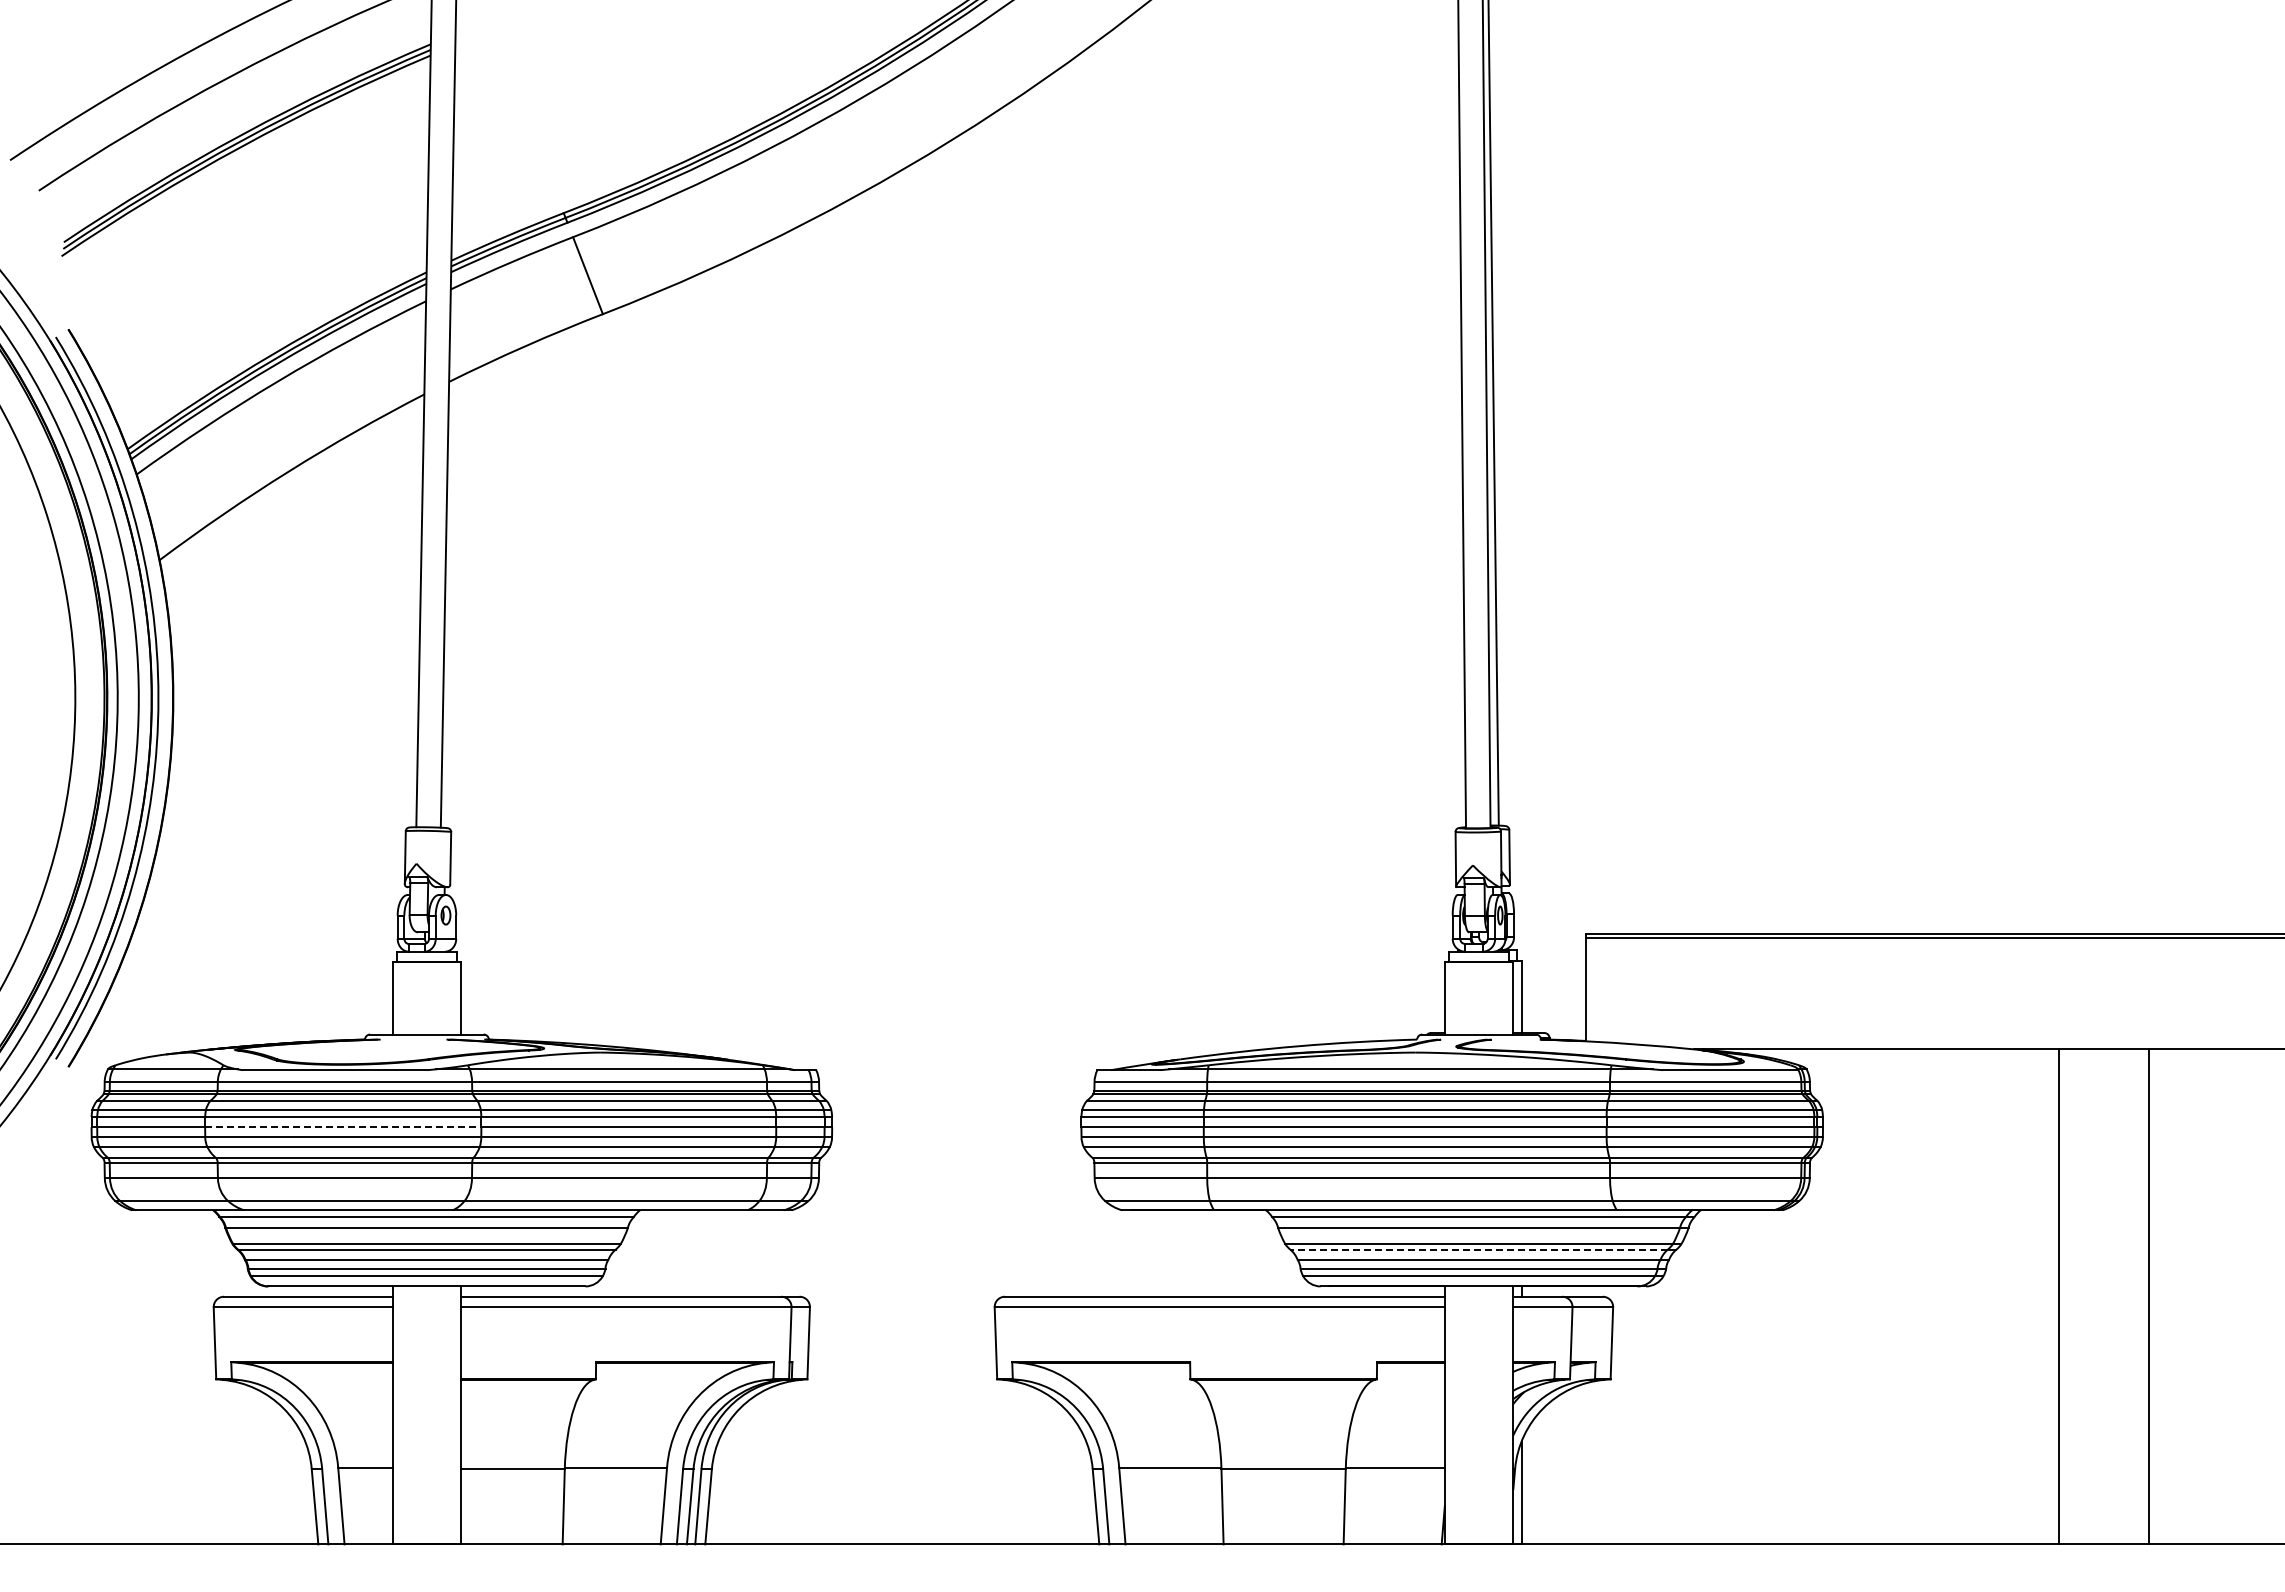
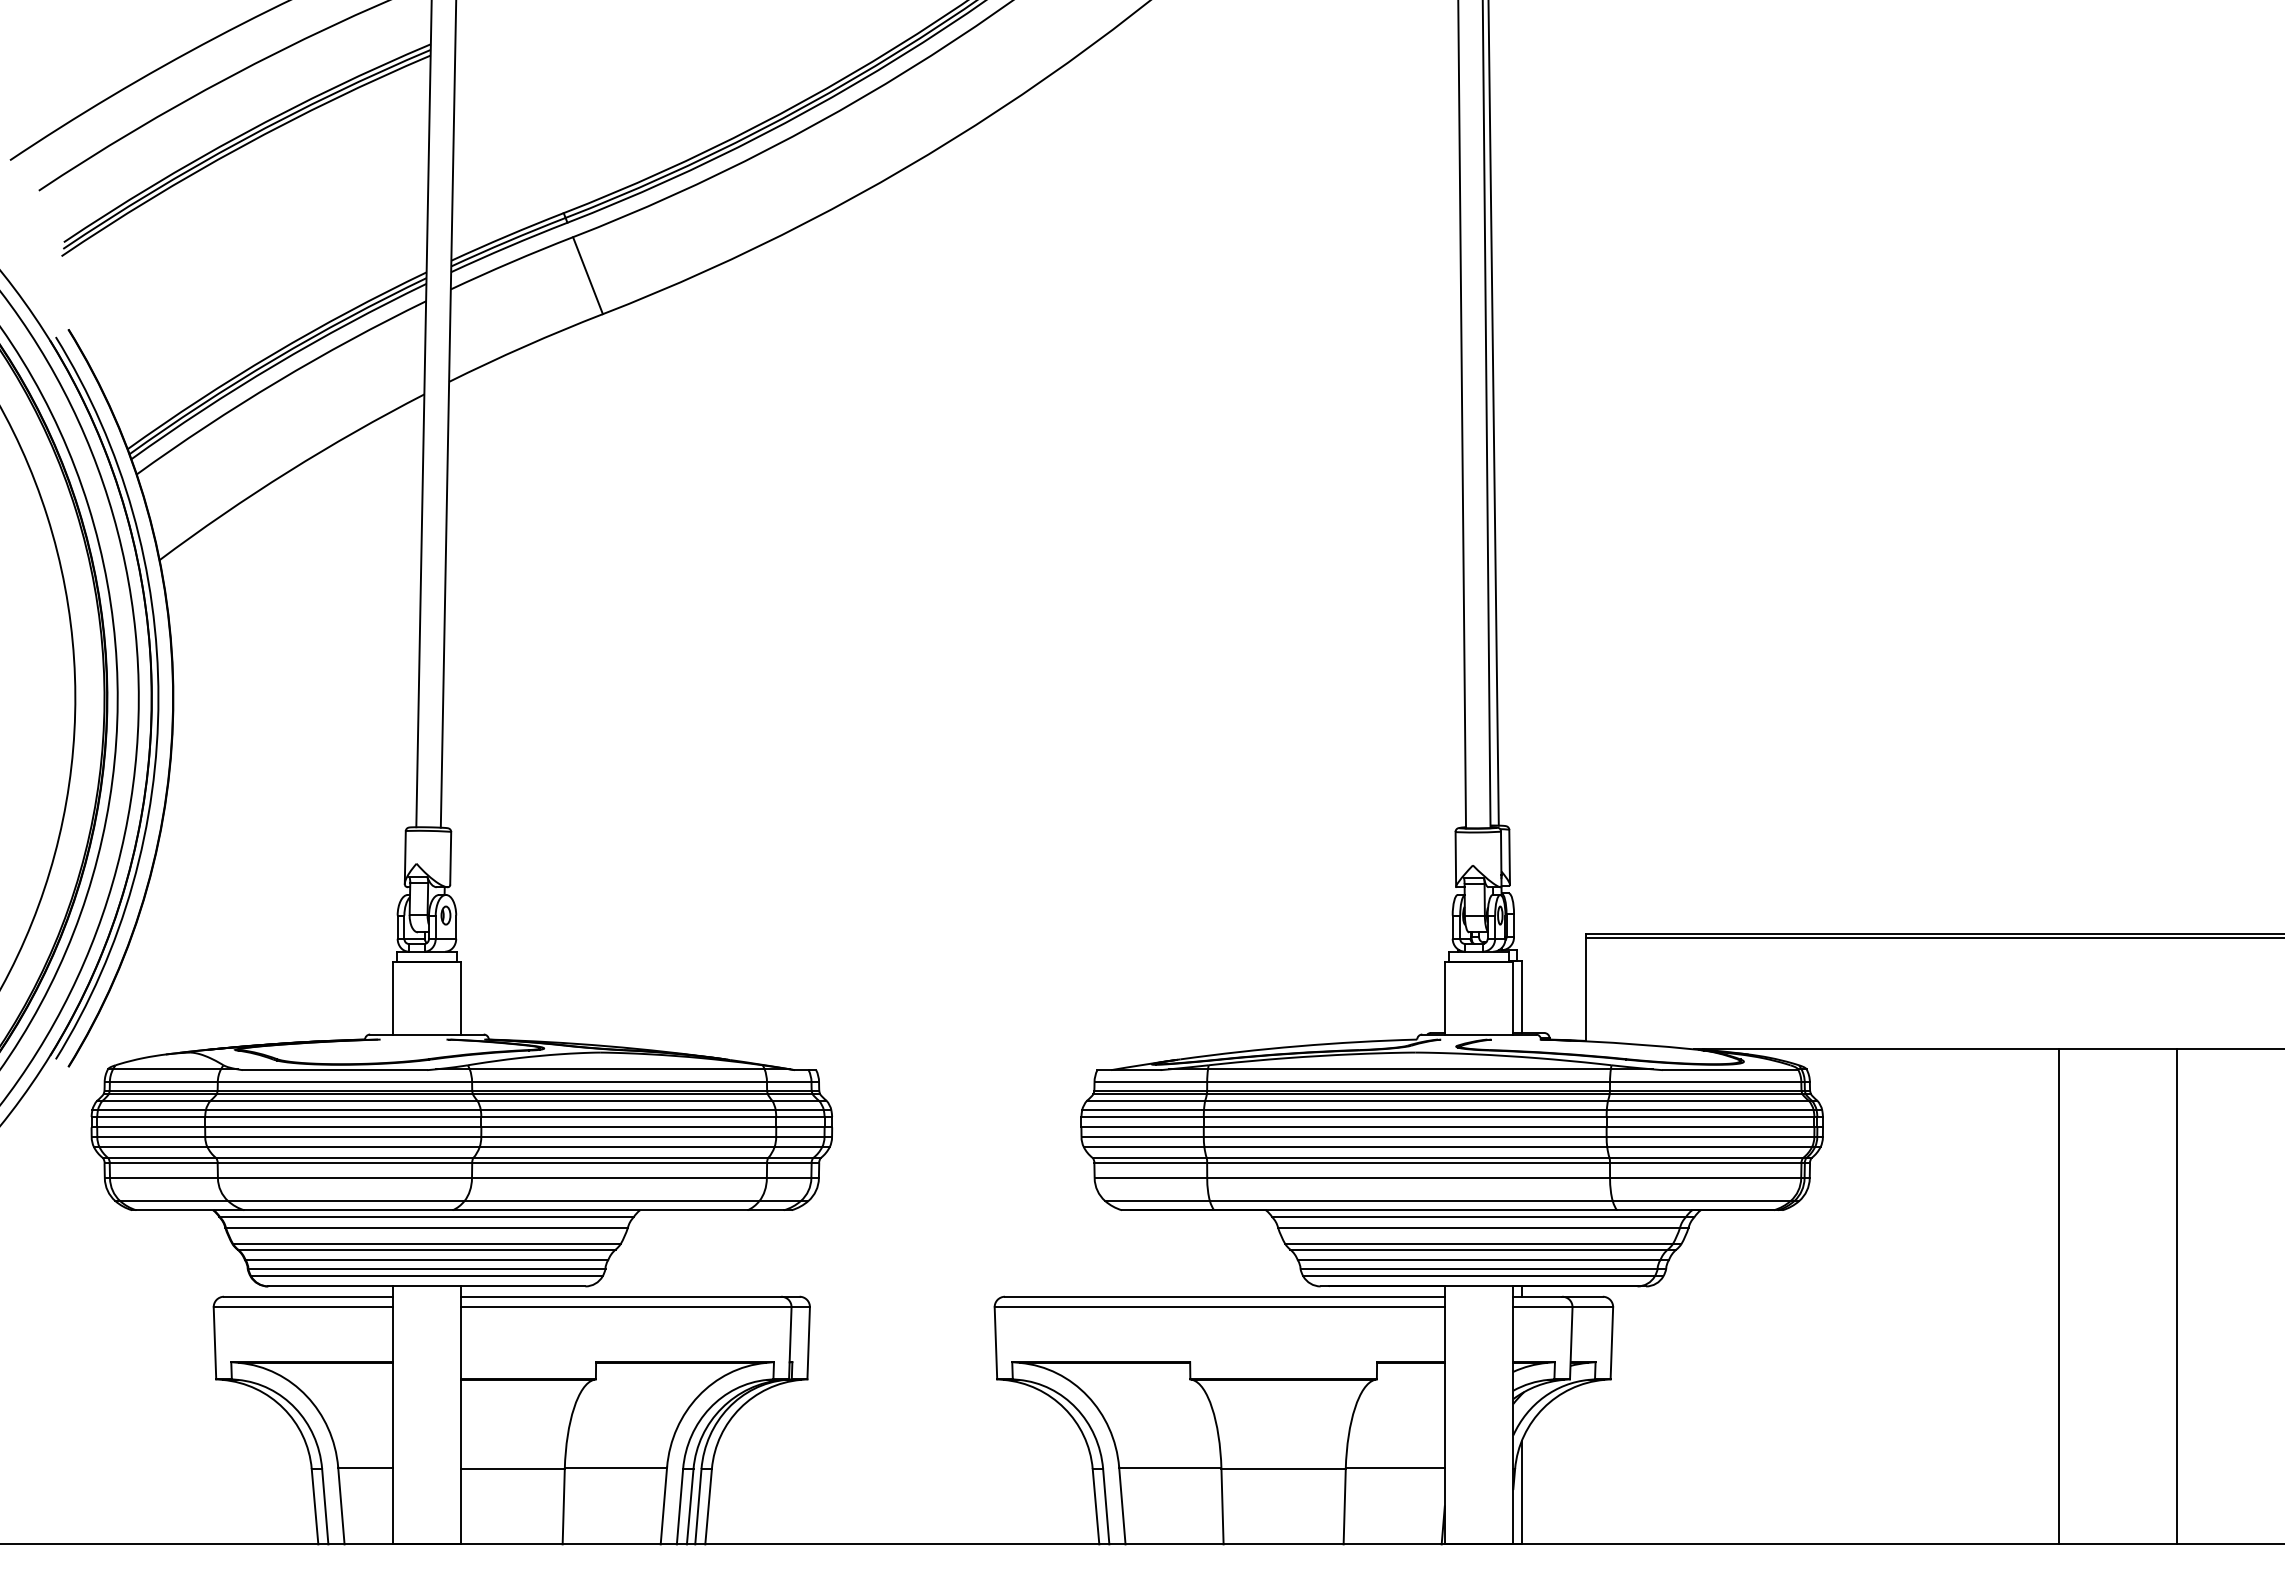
line at (343, 1127): dashed -> solid
line at (1479, 1249): dashed -> solid
line at (2148, 1296) position: (2148, 1296) -> (2176, 1296)
